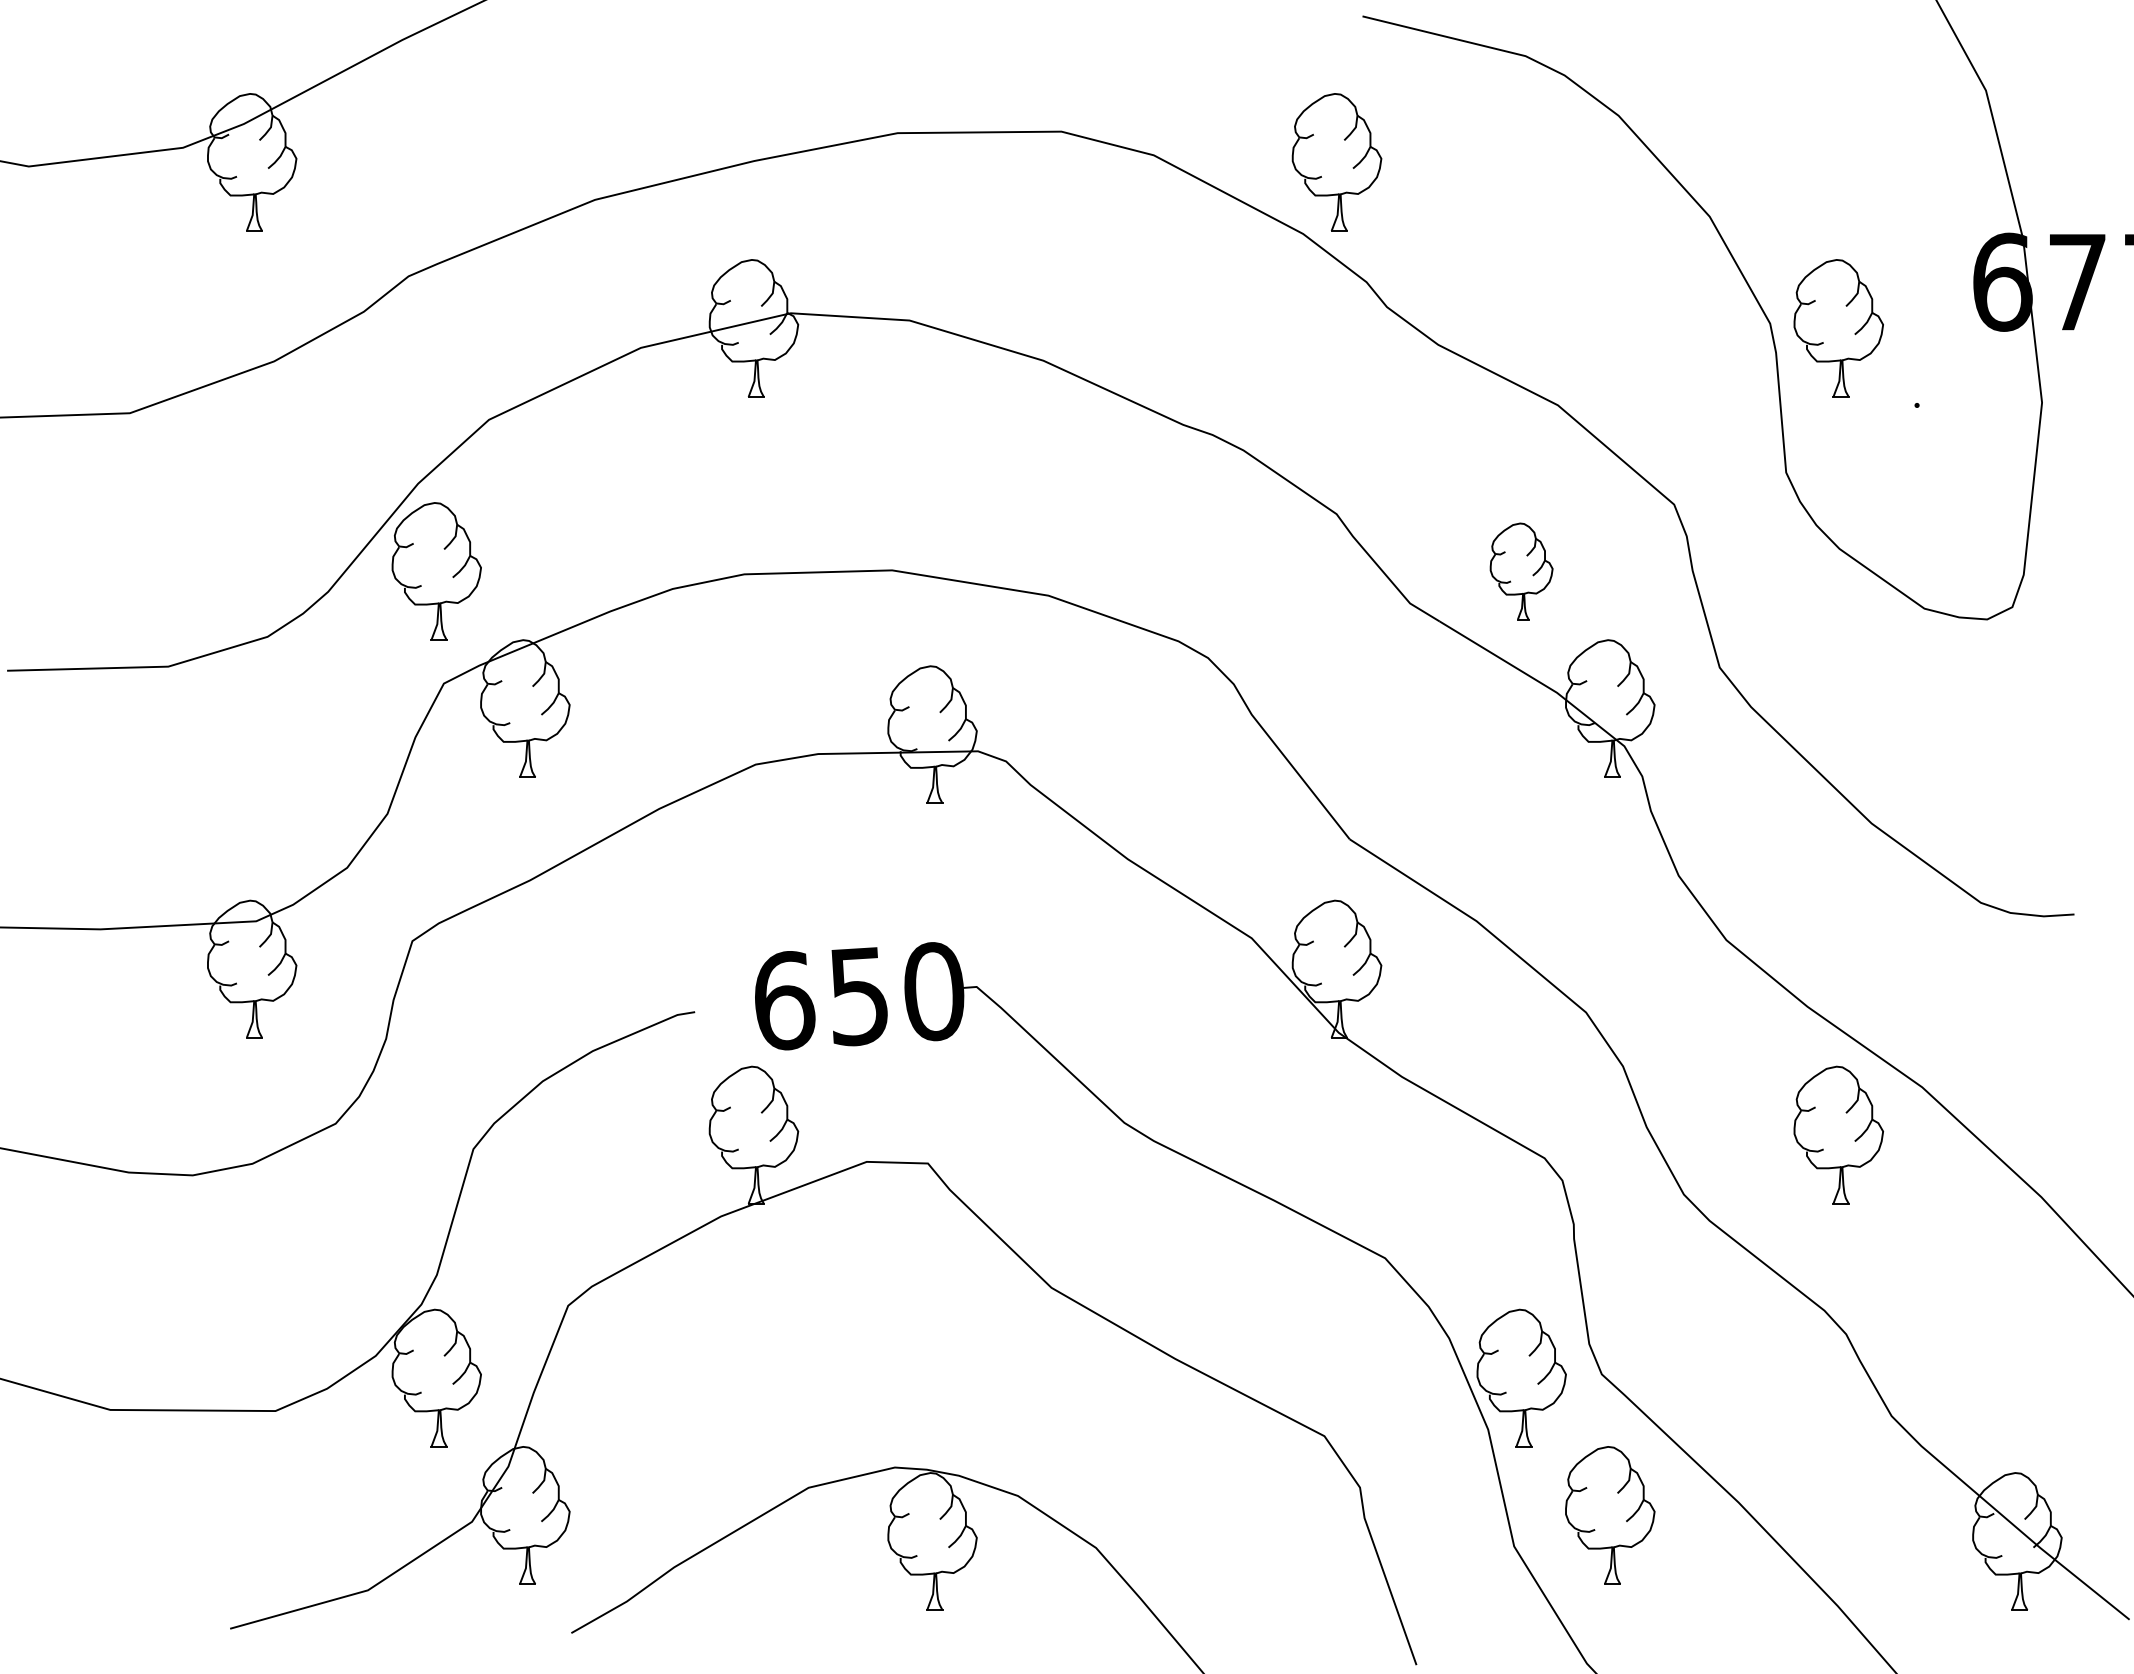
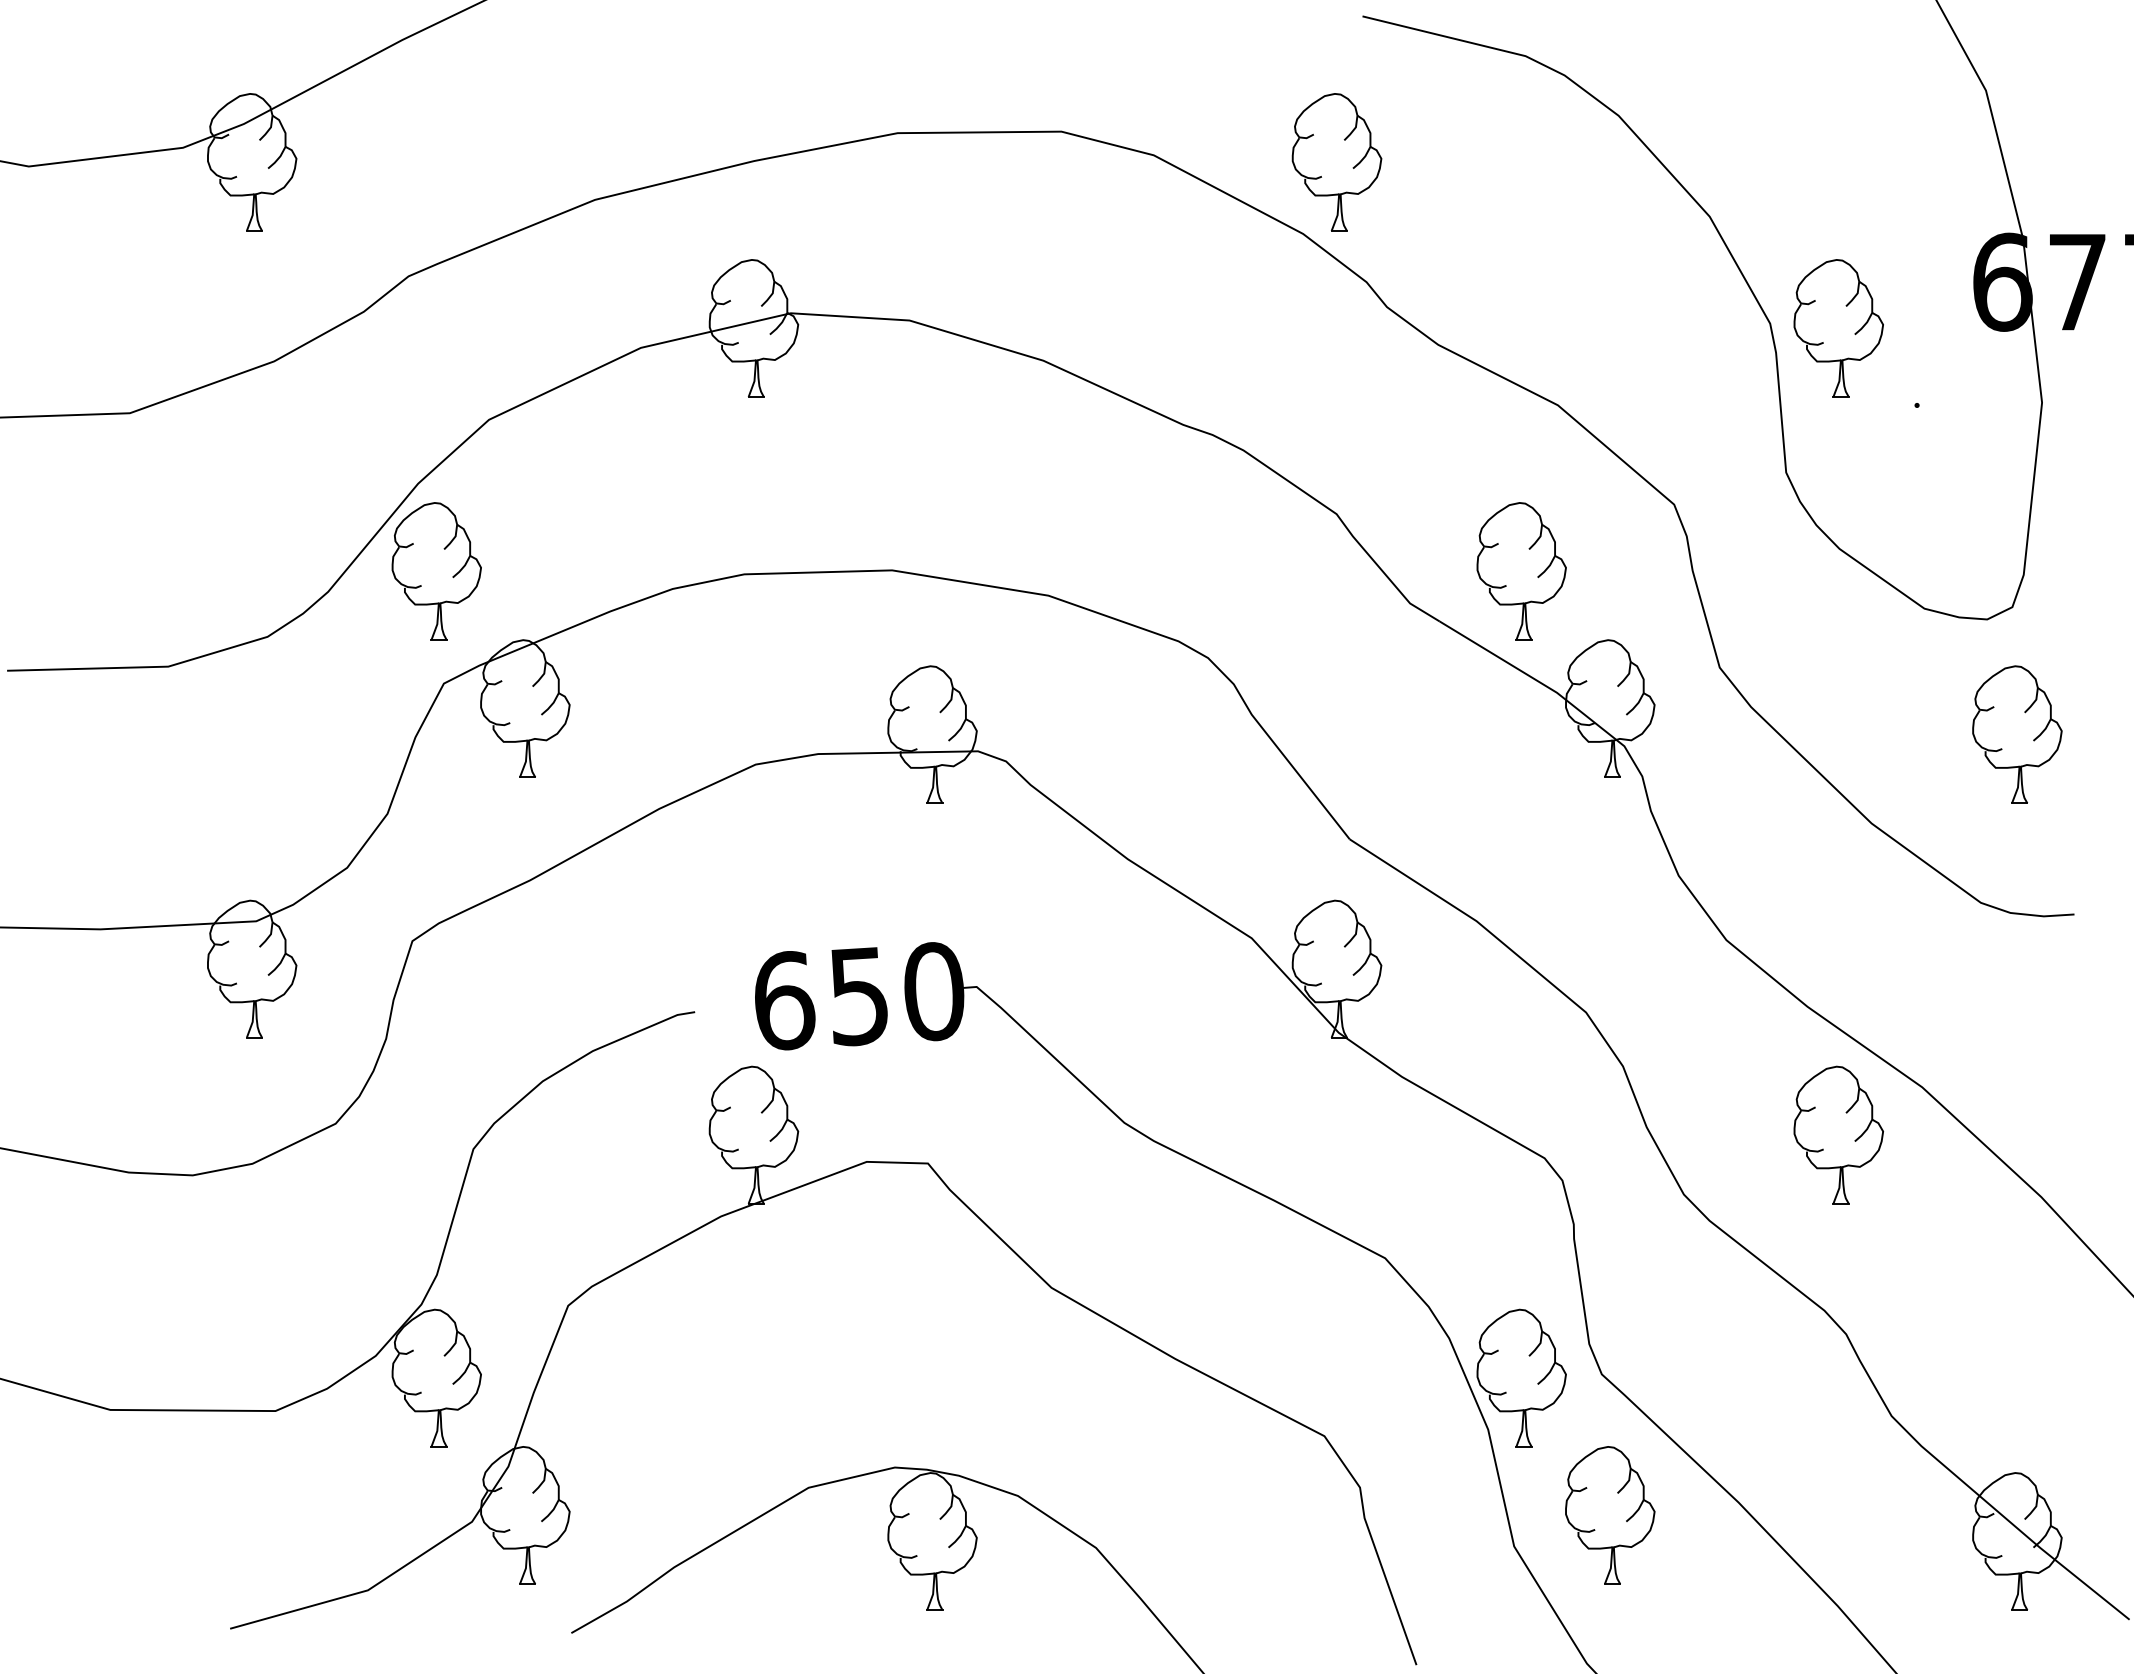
part at (1521, 571) size: 65x99 px -> 91x139 px
part at (2017, 734): none -> present
